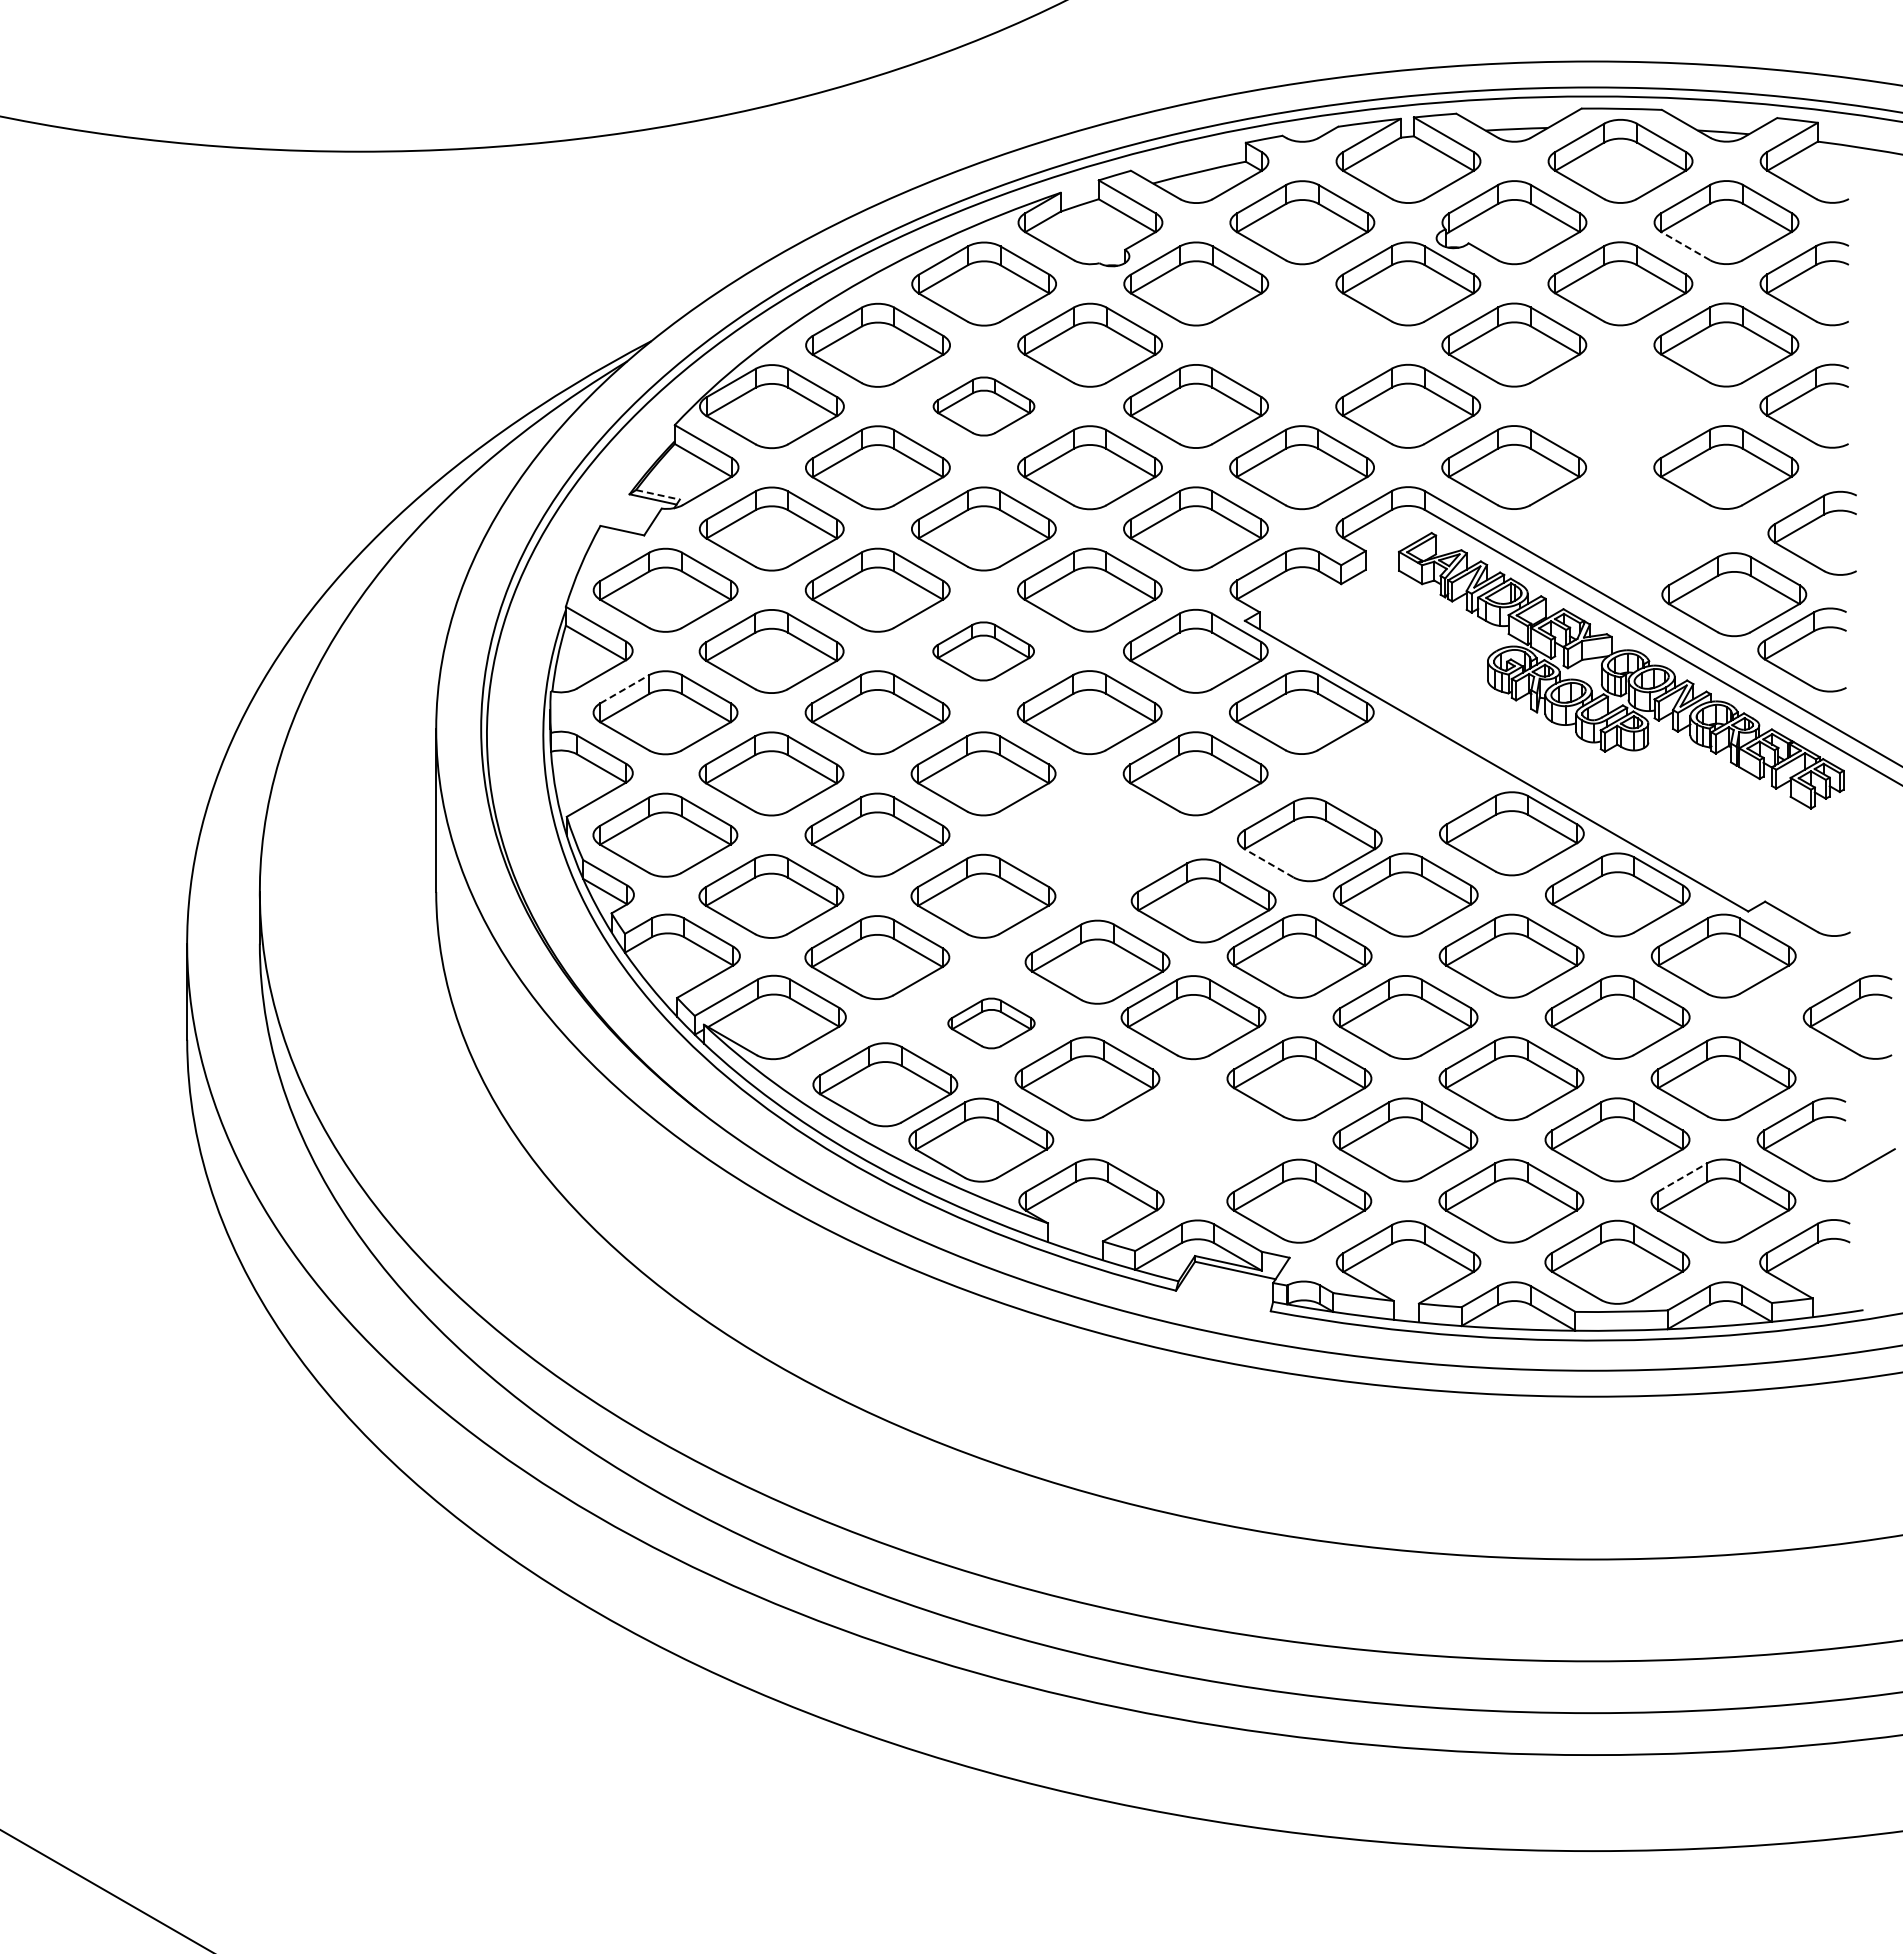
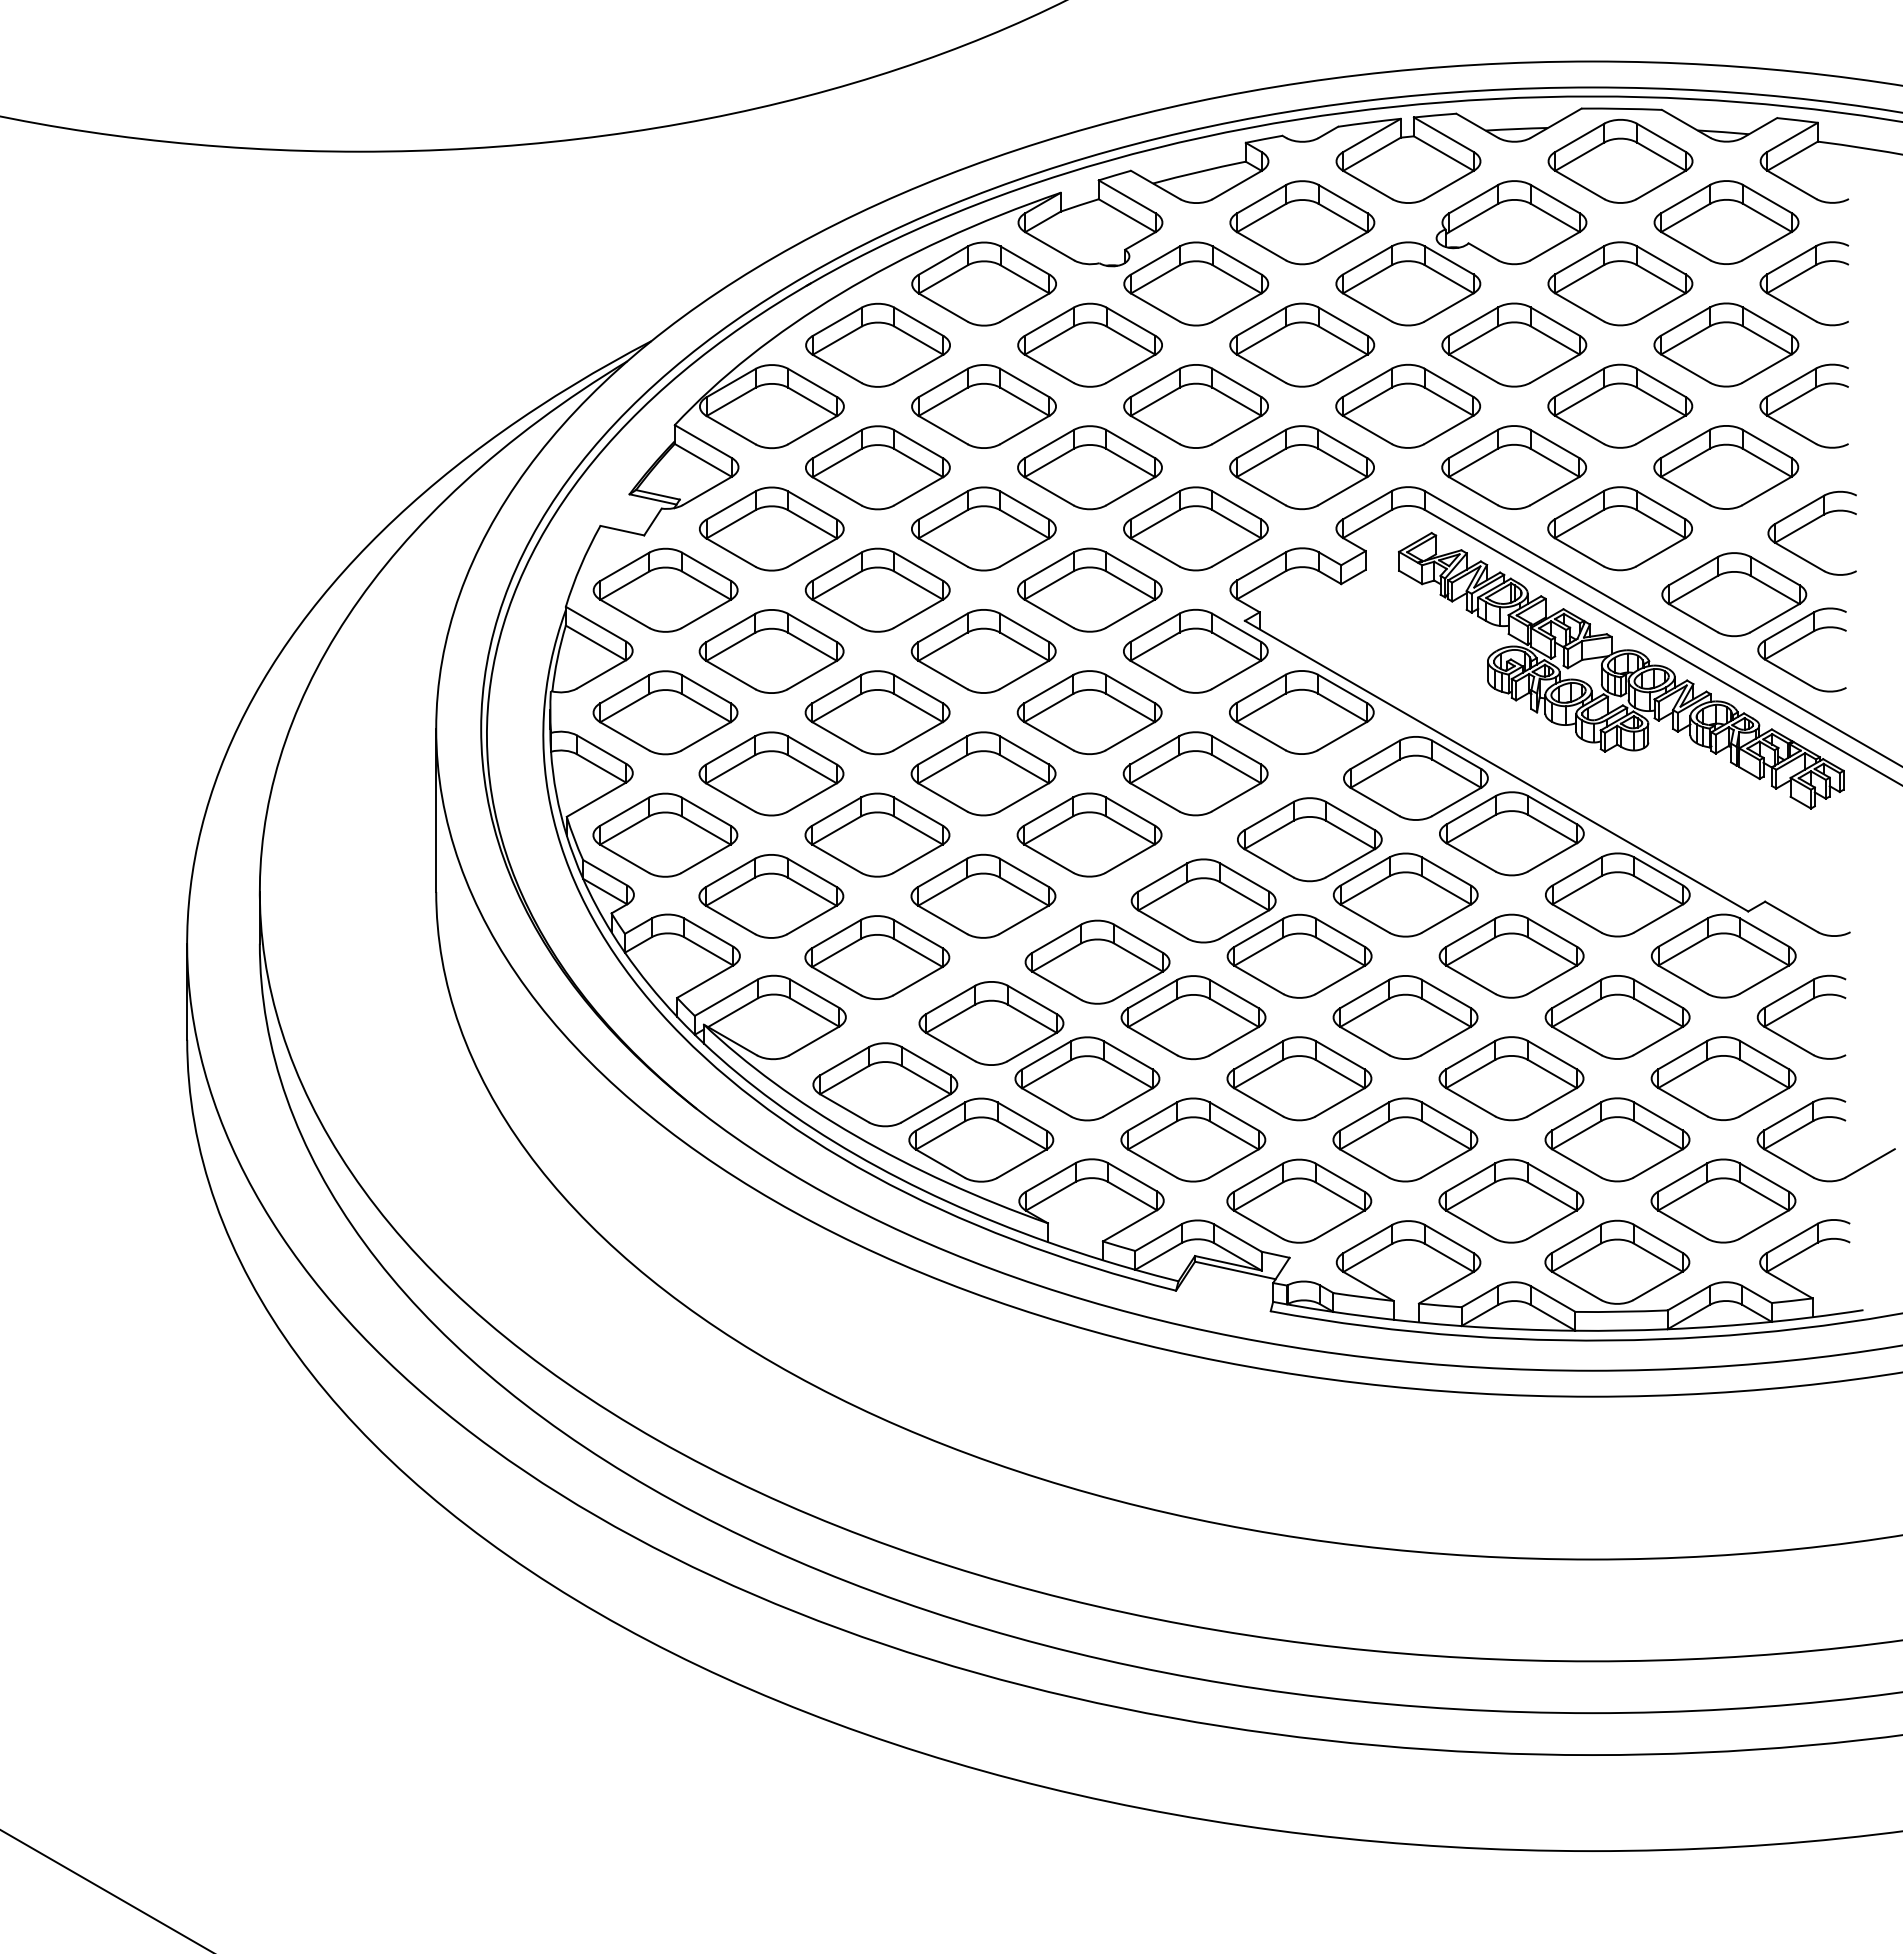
line at (1685, 245): dashed -> solid
part at (1302, 344): none -> present
part at (1620, 405): none -> present
part at (983, 406) size: 104x61 px -> 146x85 px
line at (658, 494): dashed -> solid
part at (1619, 528): none -> present
part at (983, 651) size: 103x61 px -> 147x85 px
line at (625, 689): dashed -> solid
part at (1415, 778): none -> present
part at (1089, 834): none -> present
line at (1268, 863): dashed -> solid
part at (1844, 1008) position: (1844, 1008) -> (1798, 1008)
part at (991, 1023) size: 89x53 px -> 147x85 px
part at (1193, 1139): none -> present
line at (1683, 1177): dashed -> solid
